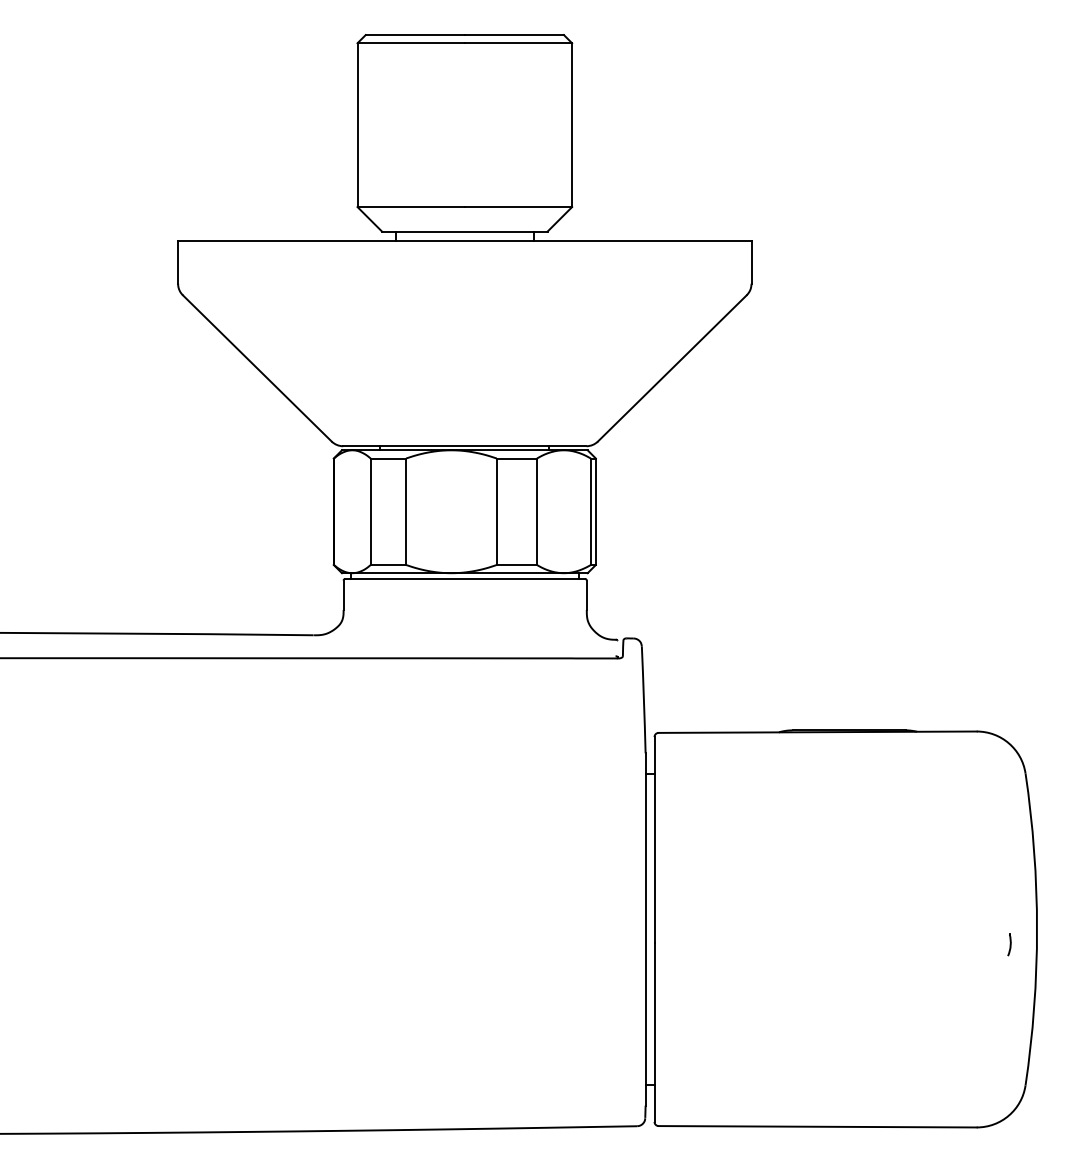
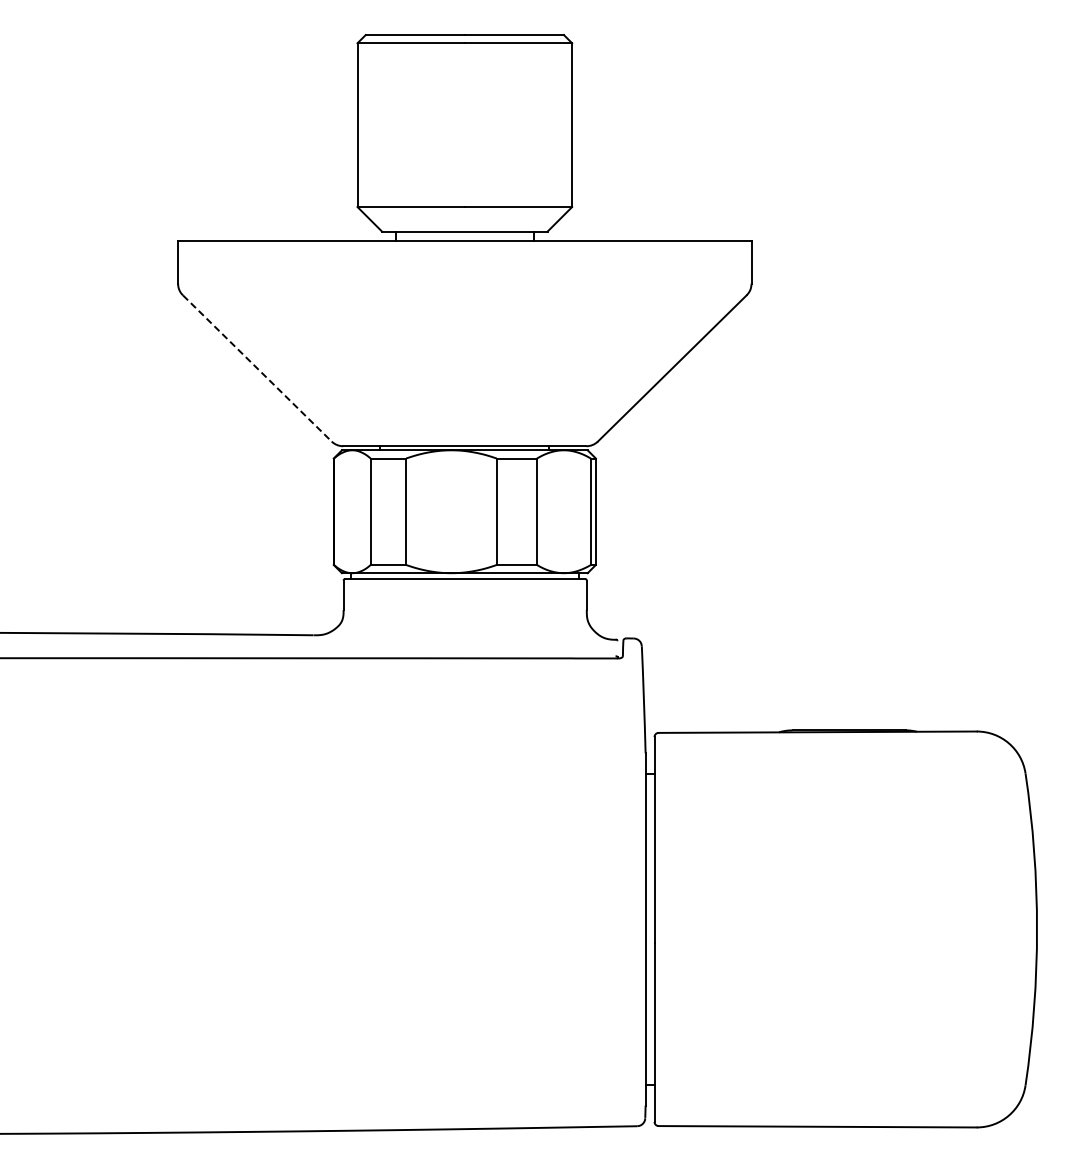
line at (257, 368): solid -> dashed
part at (1009, 944): present -> none
